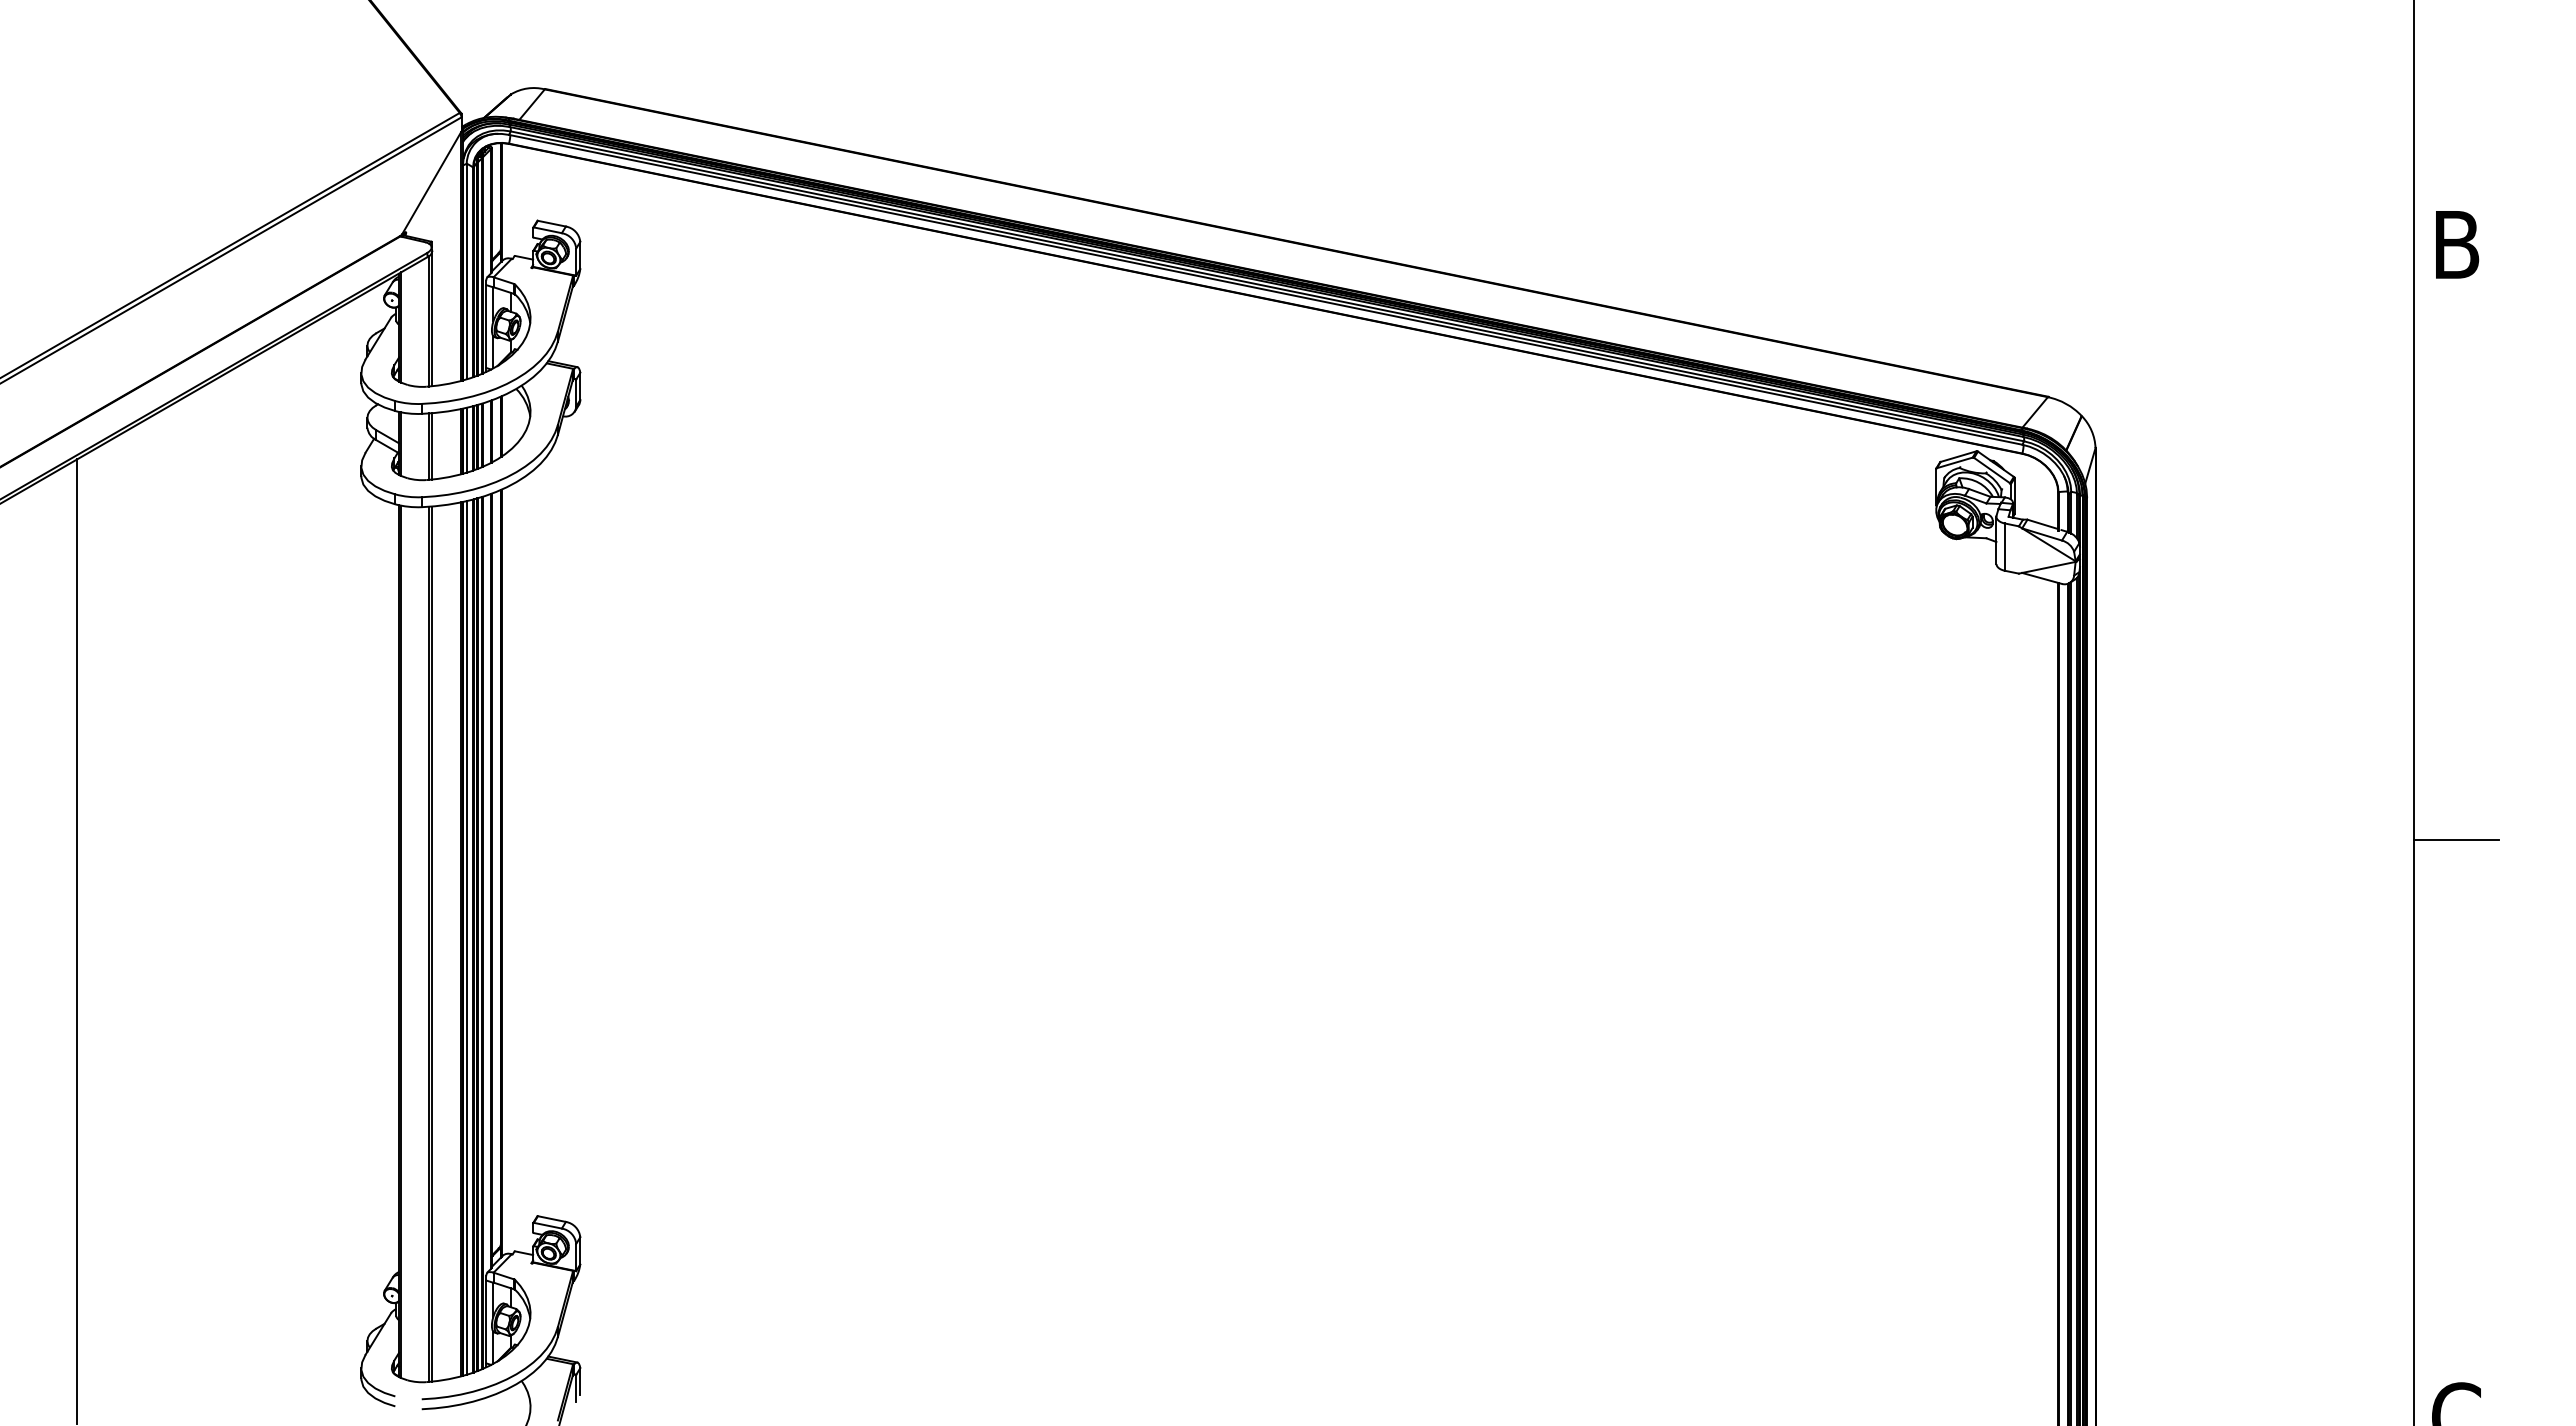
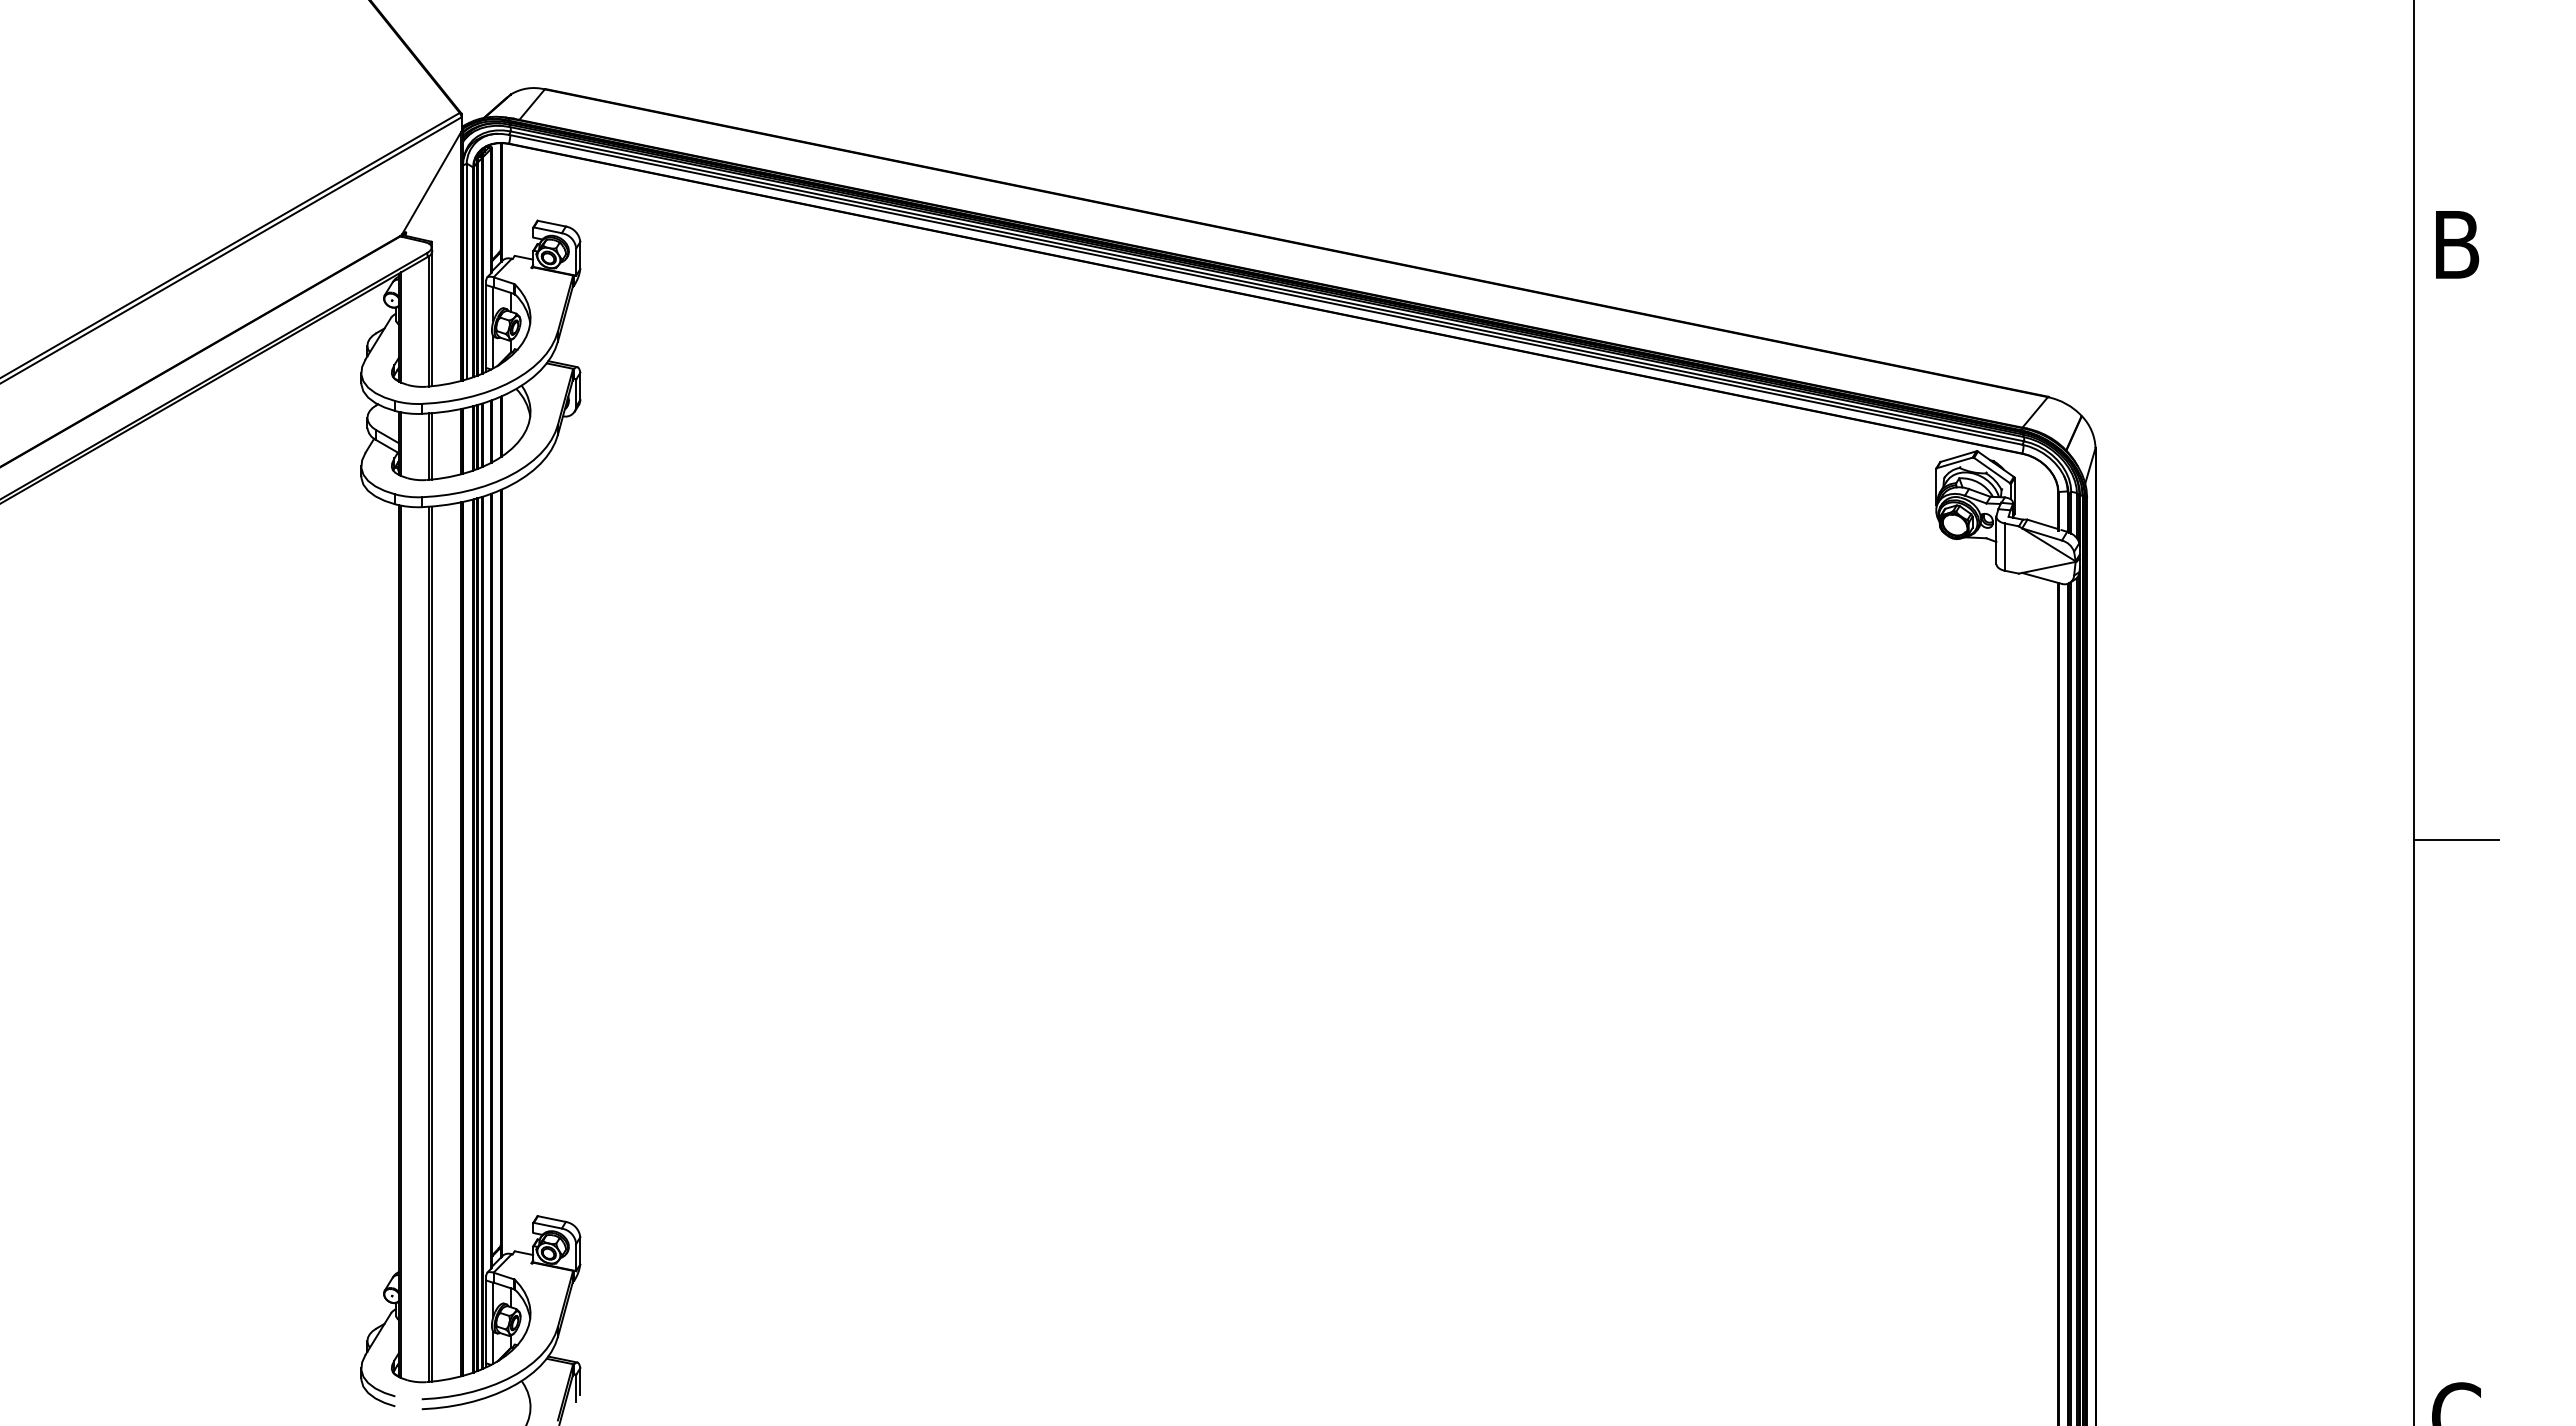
line at (466, 439): present -> none
line at (466, 937): present -> none
line at (77, 940): present -> none
